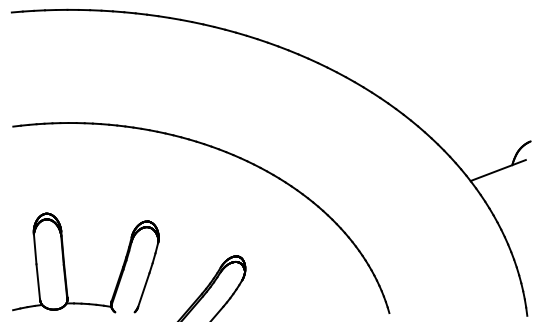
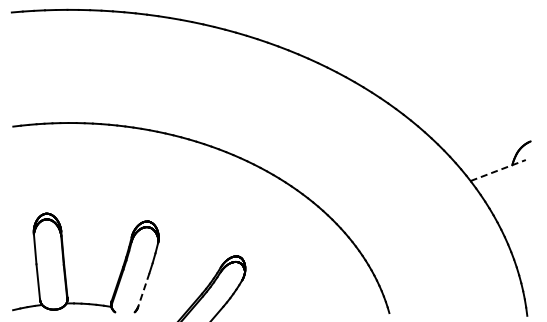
line at (498, 170): solid -> dashed
line at (143, 290): solid -> dashed
